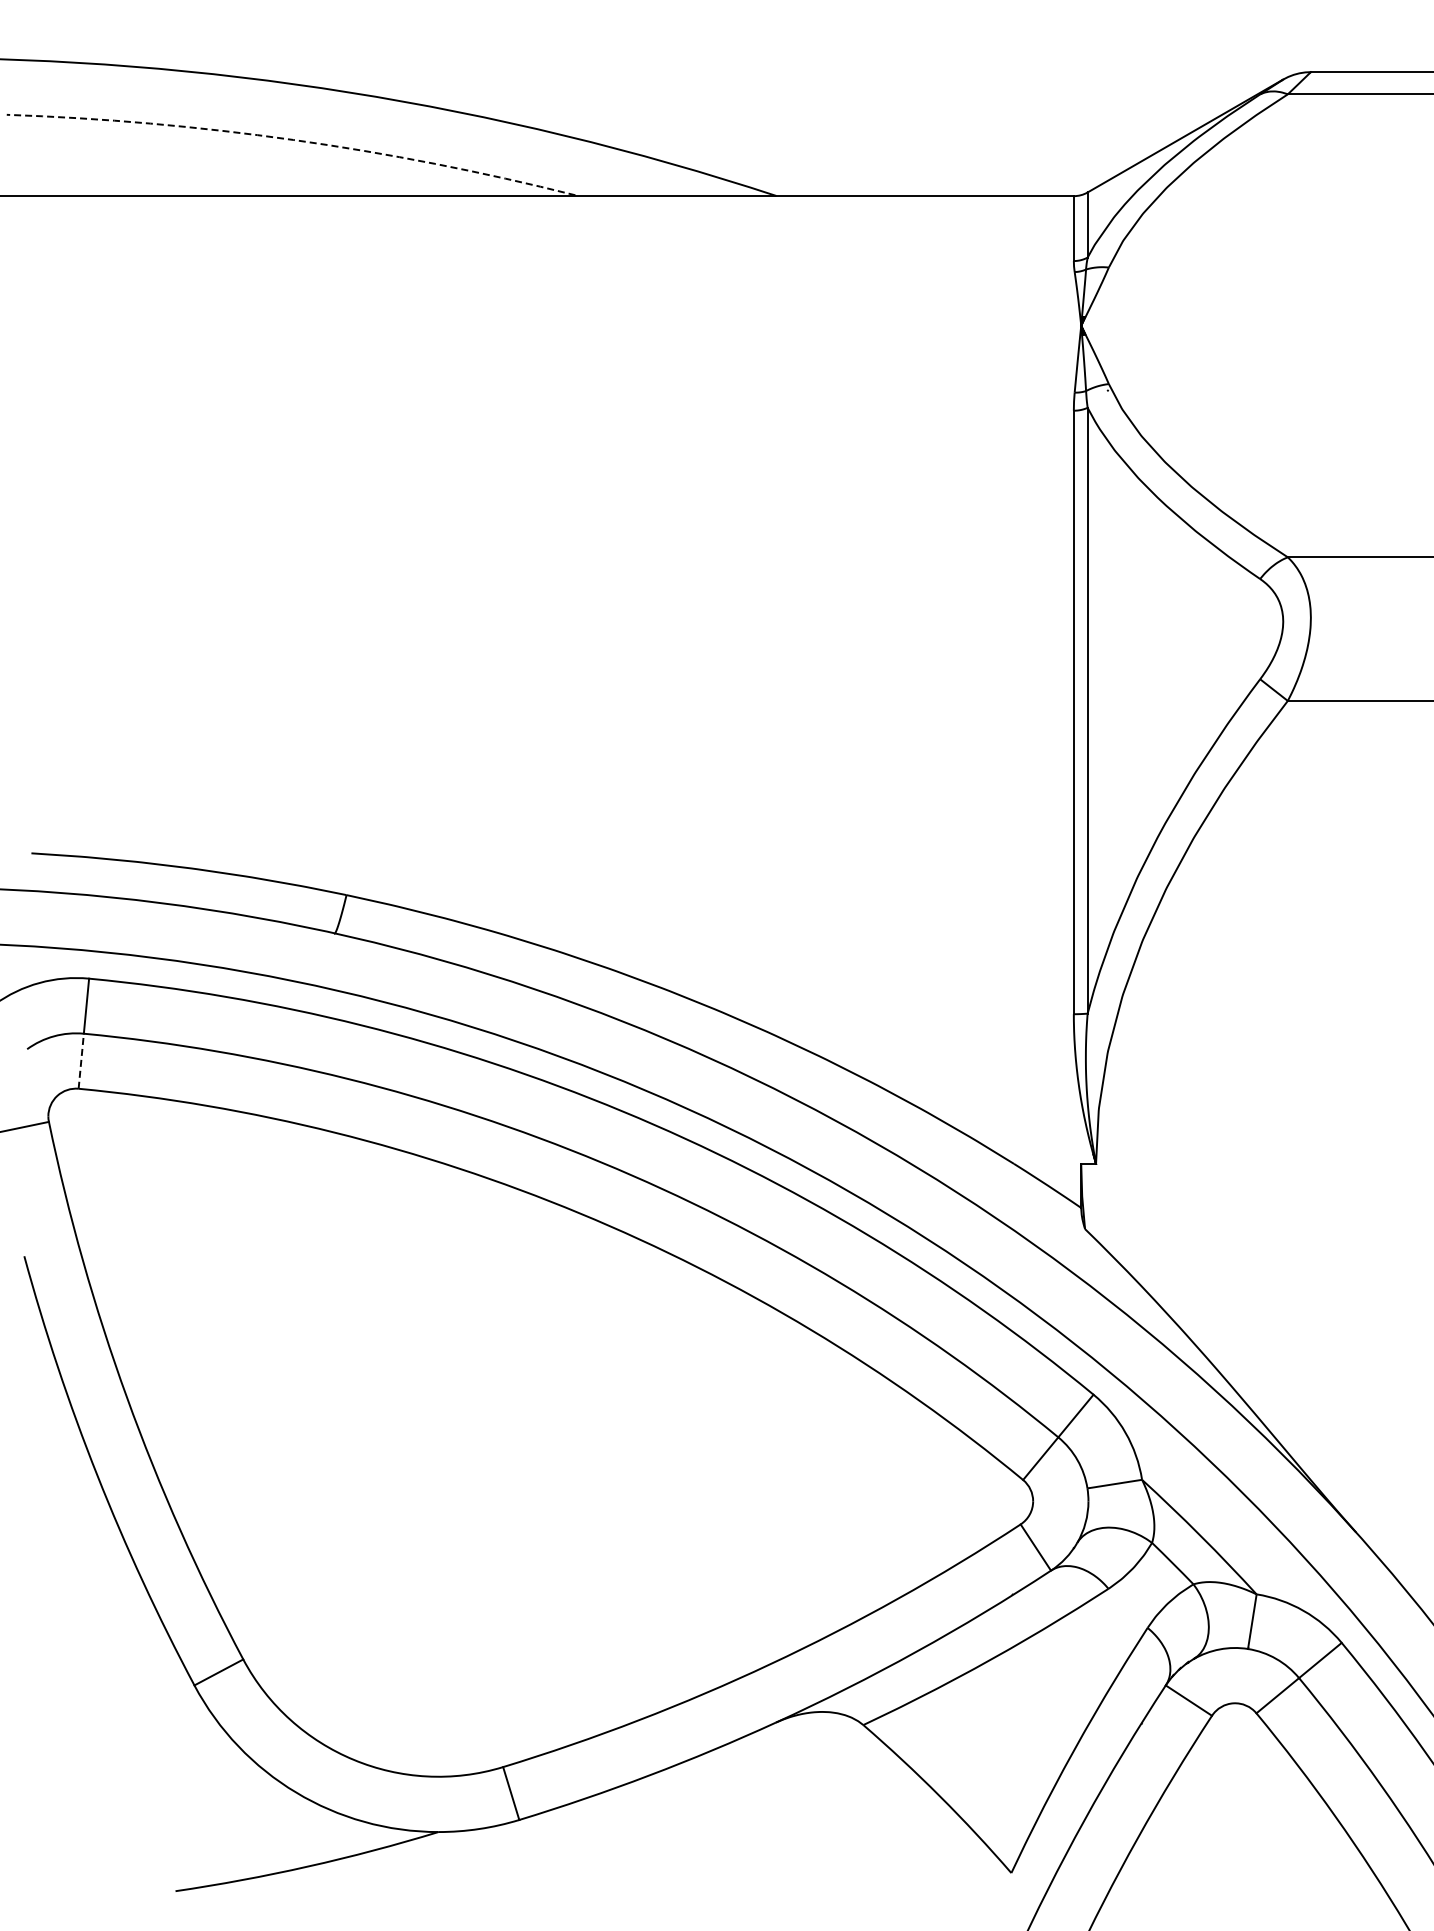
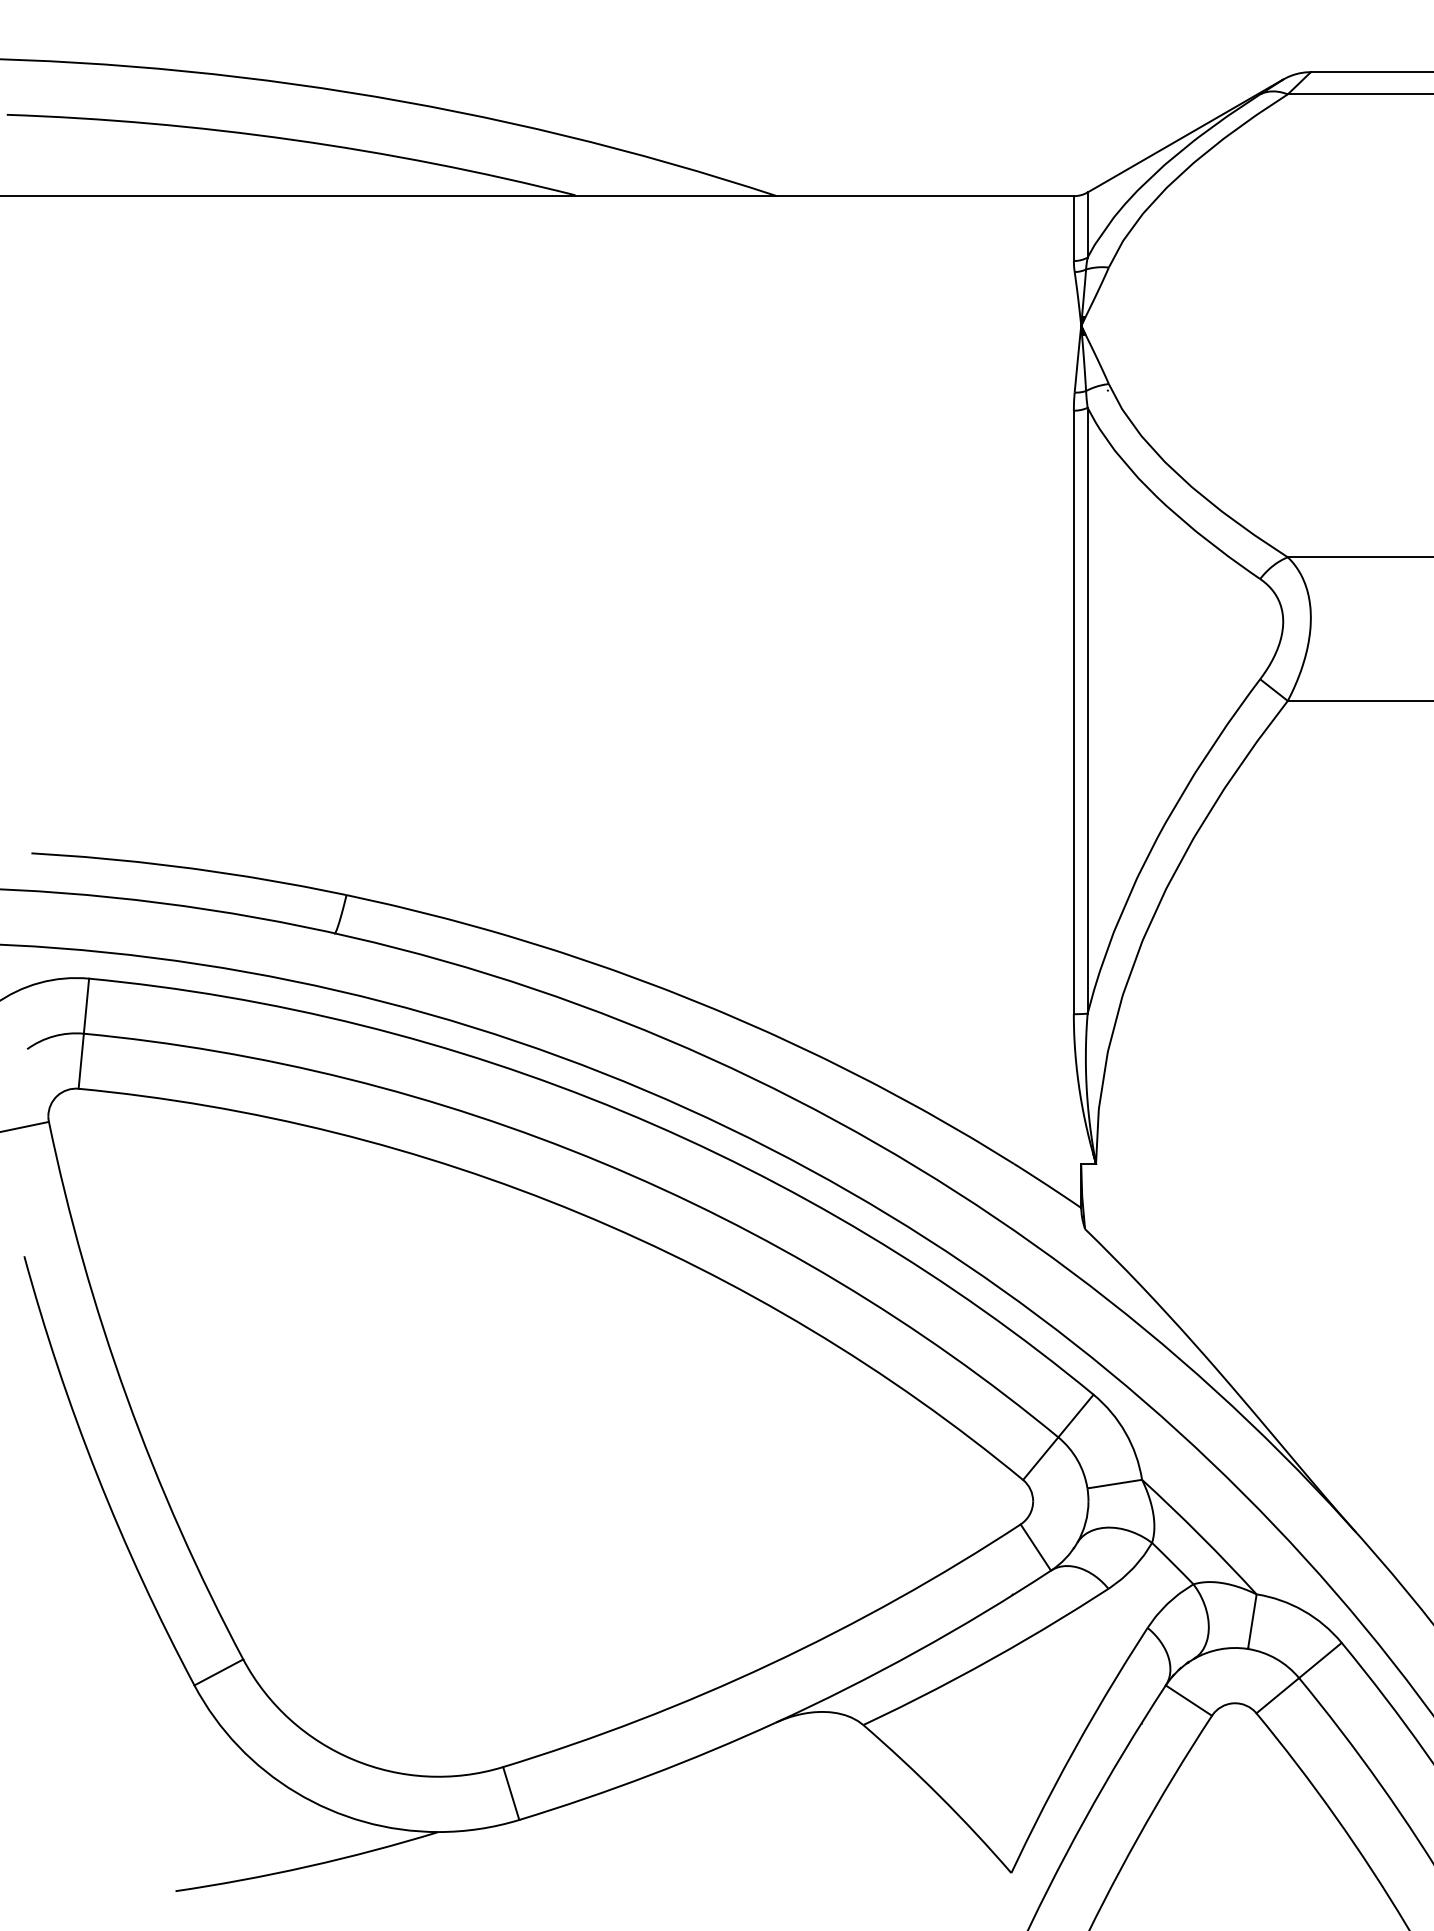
arc at (293, 139): dashed -> solid
line at (81, 1061): dashed -> solid
